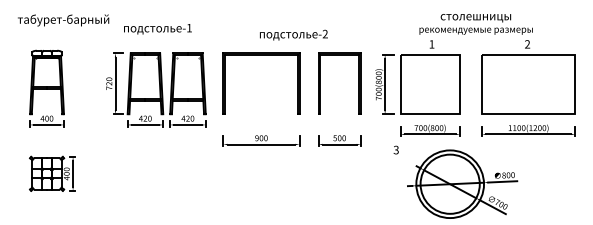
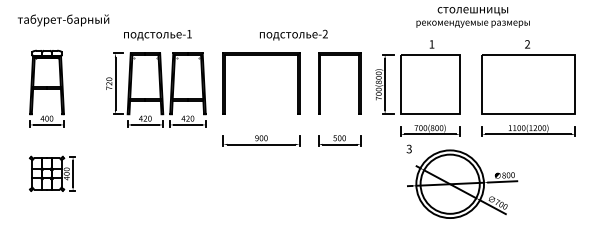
text at (475, 24) position: (475, 24) -> (472, 17)
text at (157, 29) position: (157, 29) -> (157, 35)
text at (395, 149) position: (395, 149) -> (408, 148)
